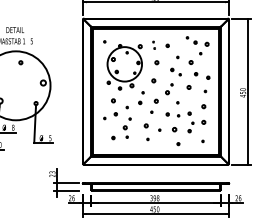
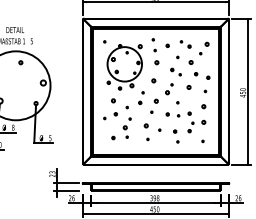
part at (191, 40) position: (191, 40) -> (185, 44)
part at (153, 44) size: 4x10 px -> 6x15 px
part at (176, 136) size: 9x20 px -> 7x15 px
